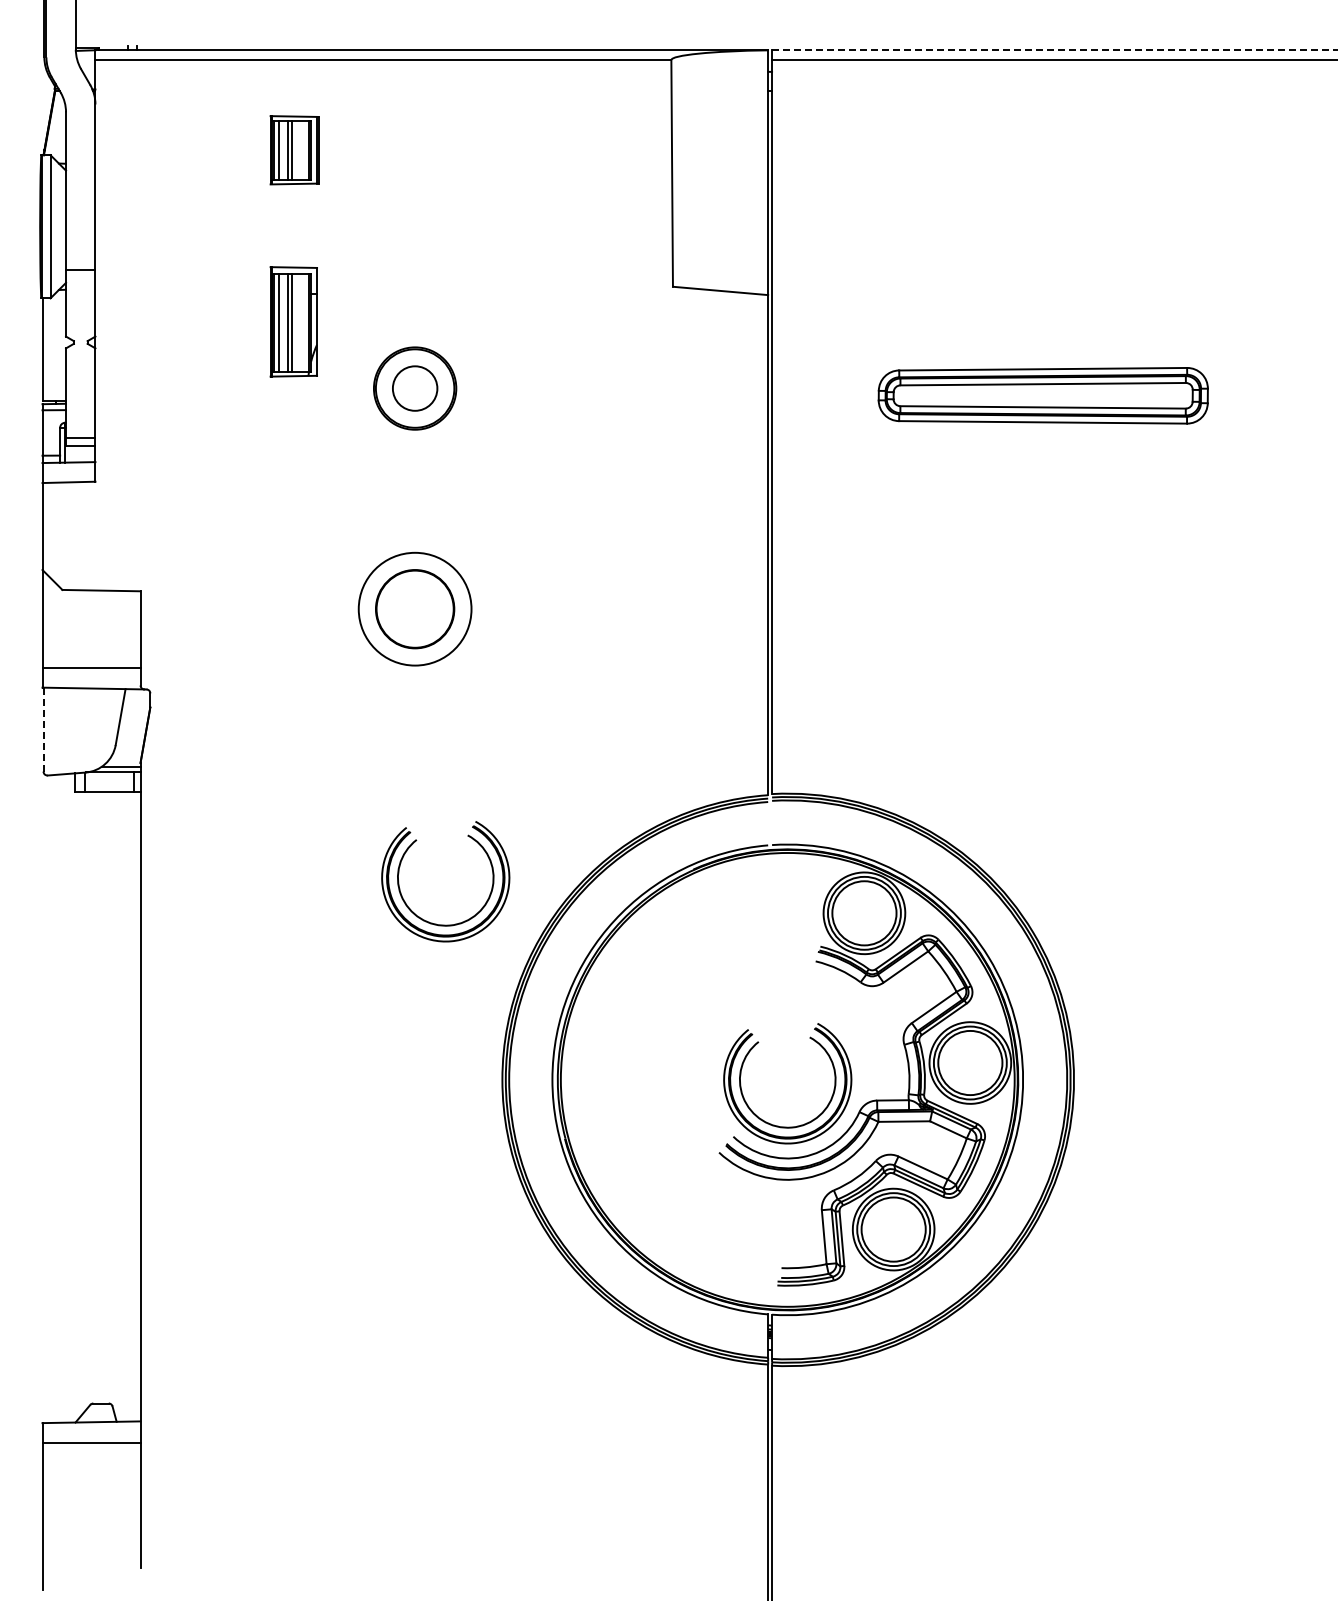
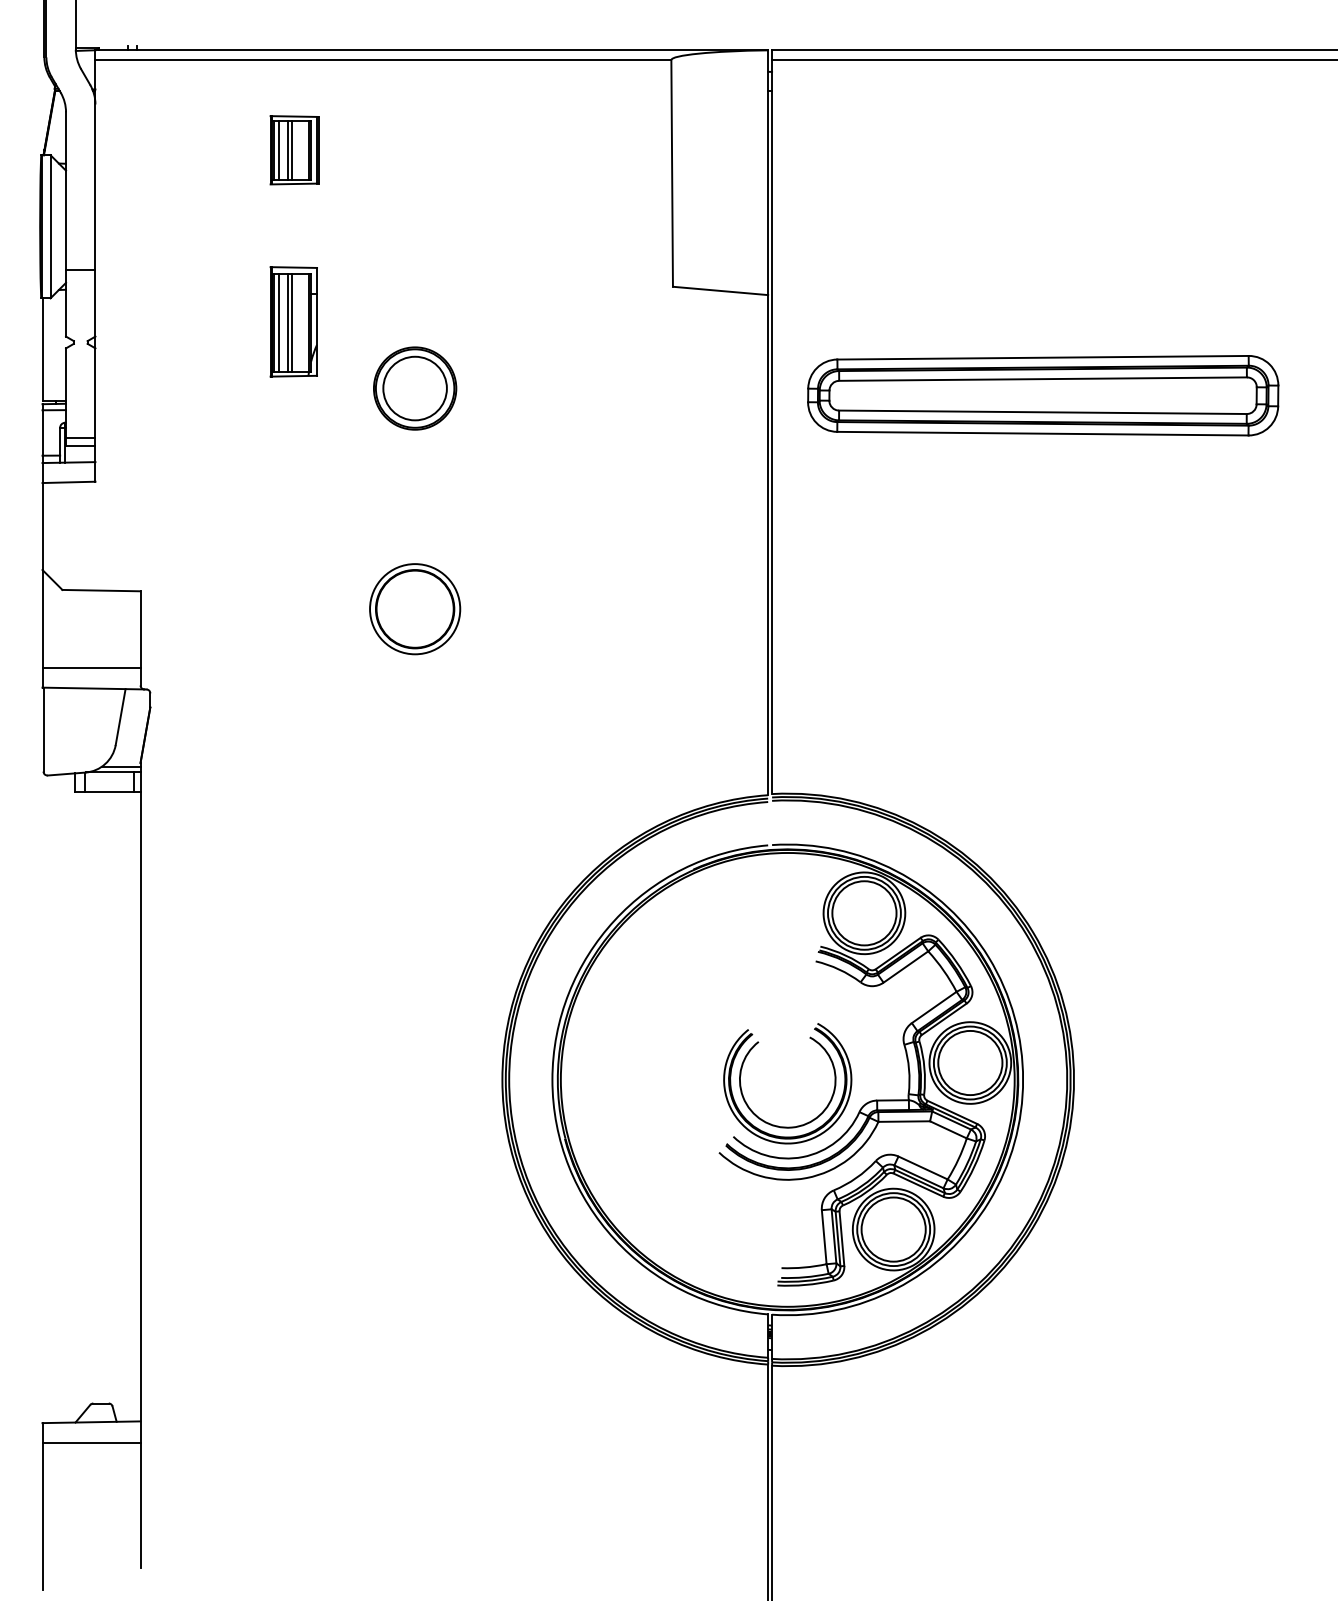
line at (1054, 50): dashed -> solid
circle at (414, 388) diameter: 45 px -> 64 px
part at (1042, 395) size: 332x58 px -> 473x82 px
circle at (414, 608) diameter: 113 px -> 90 px
line at (43, 729): dashed -> solid
part at (436, 923): present -> none
